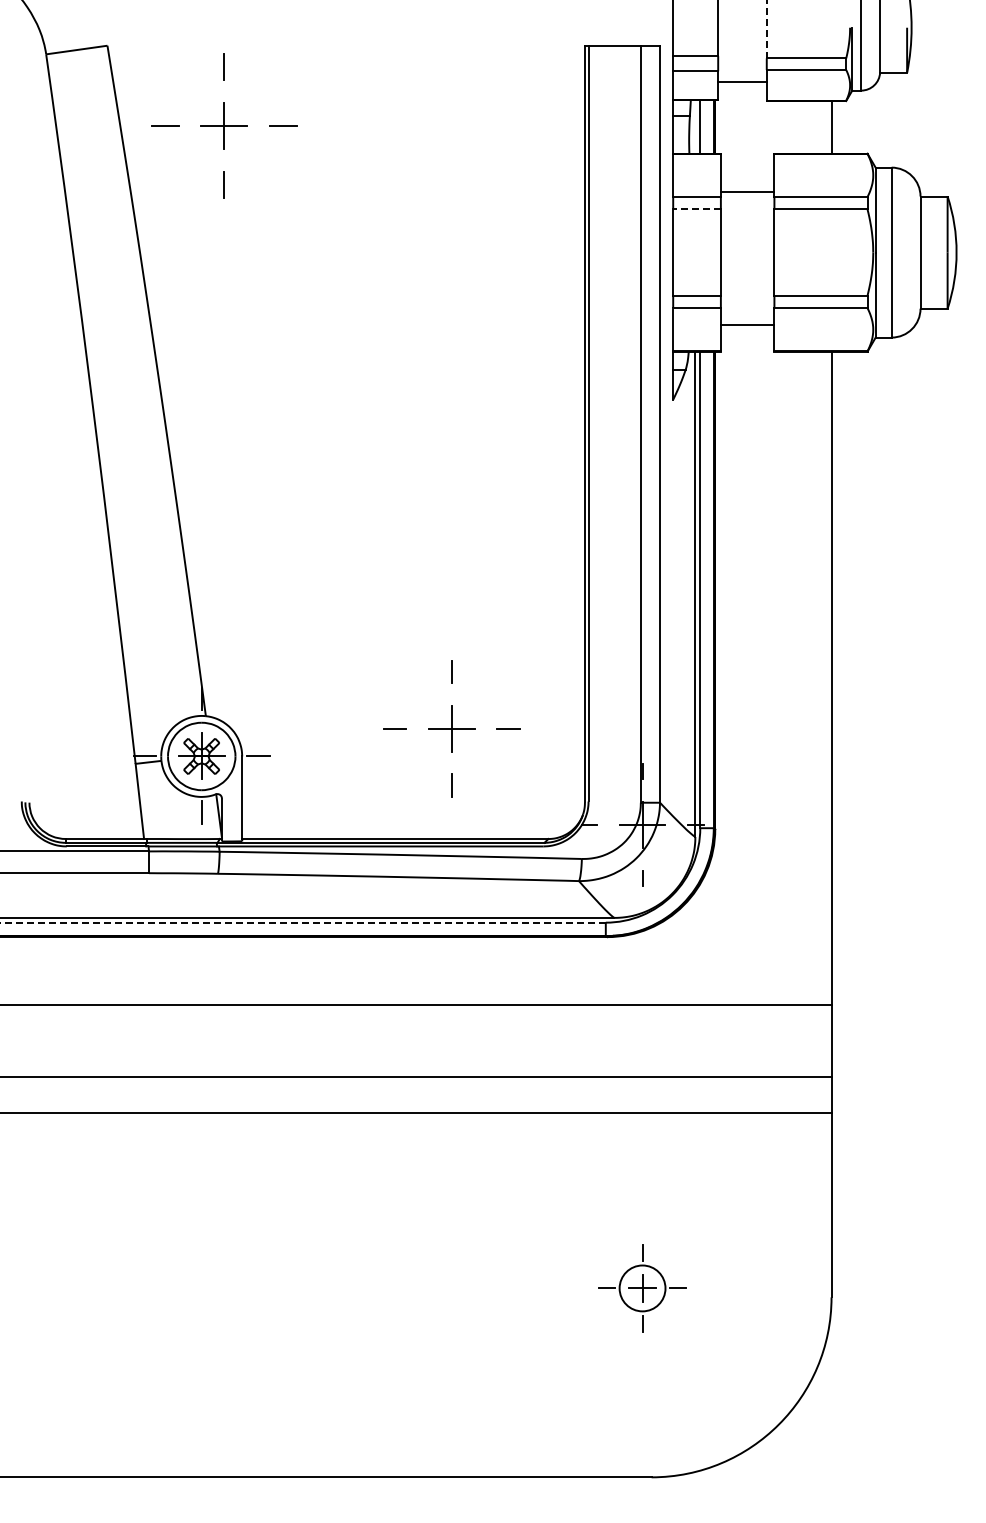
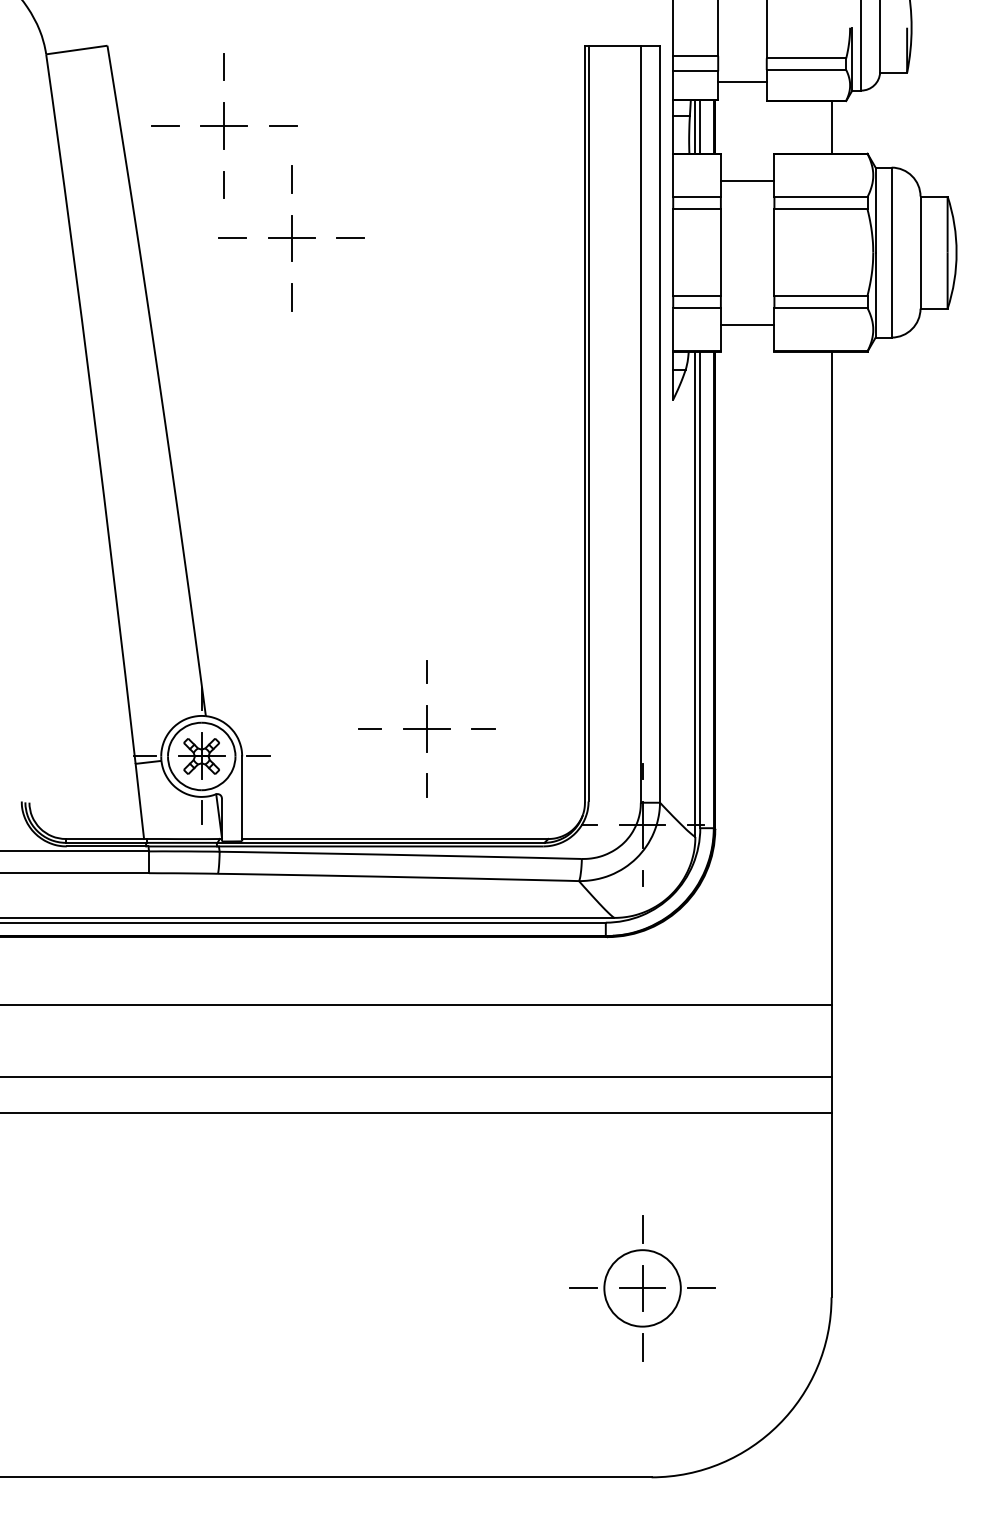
line at (766, 29): dashed -> solid
line at (695, 126): none -> present
line at (747, 191) position: (747, 191) -> (747, 180)
line at (697, 209): dashed -> solid
part at (291, 238): none -> present
part at (451, 728) position: (451, 728) -> (426, 728)
line at (302, 922): dashed -> solid
part at (642, 1288) size: 89x89 px -> 147x147 px
